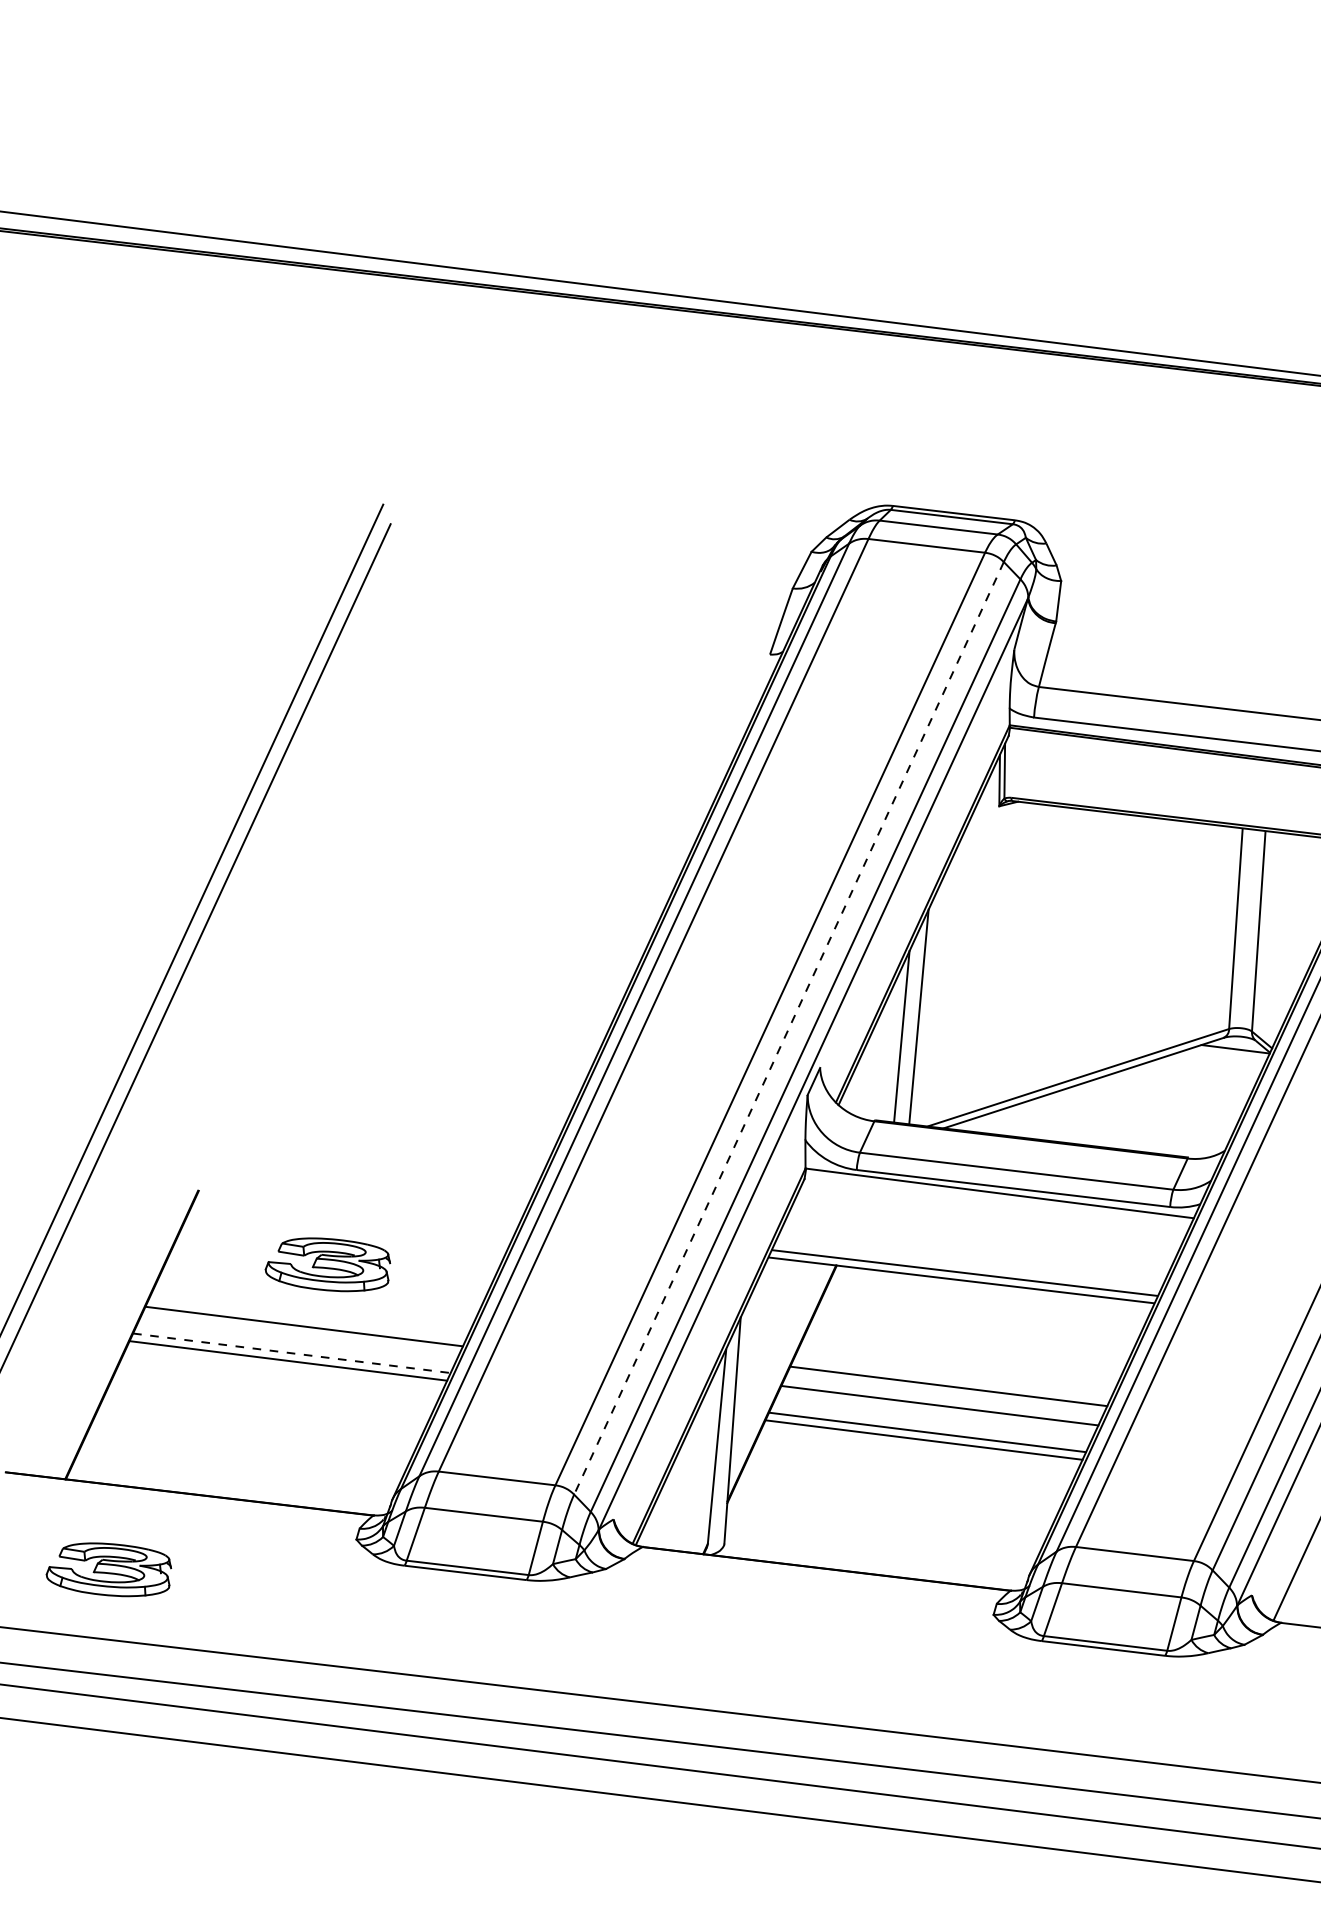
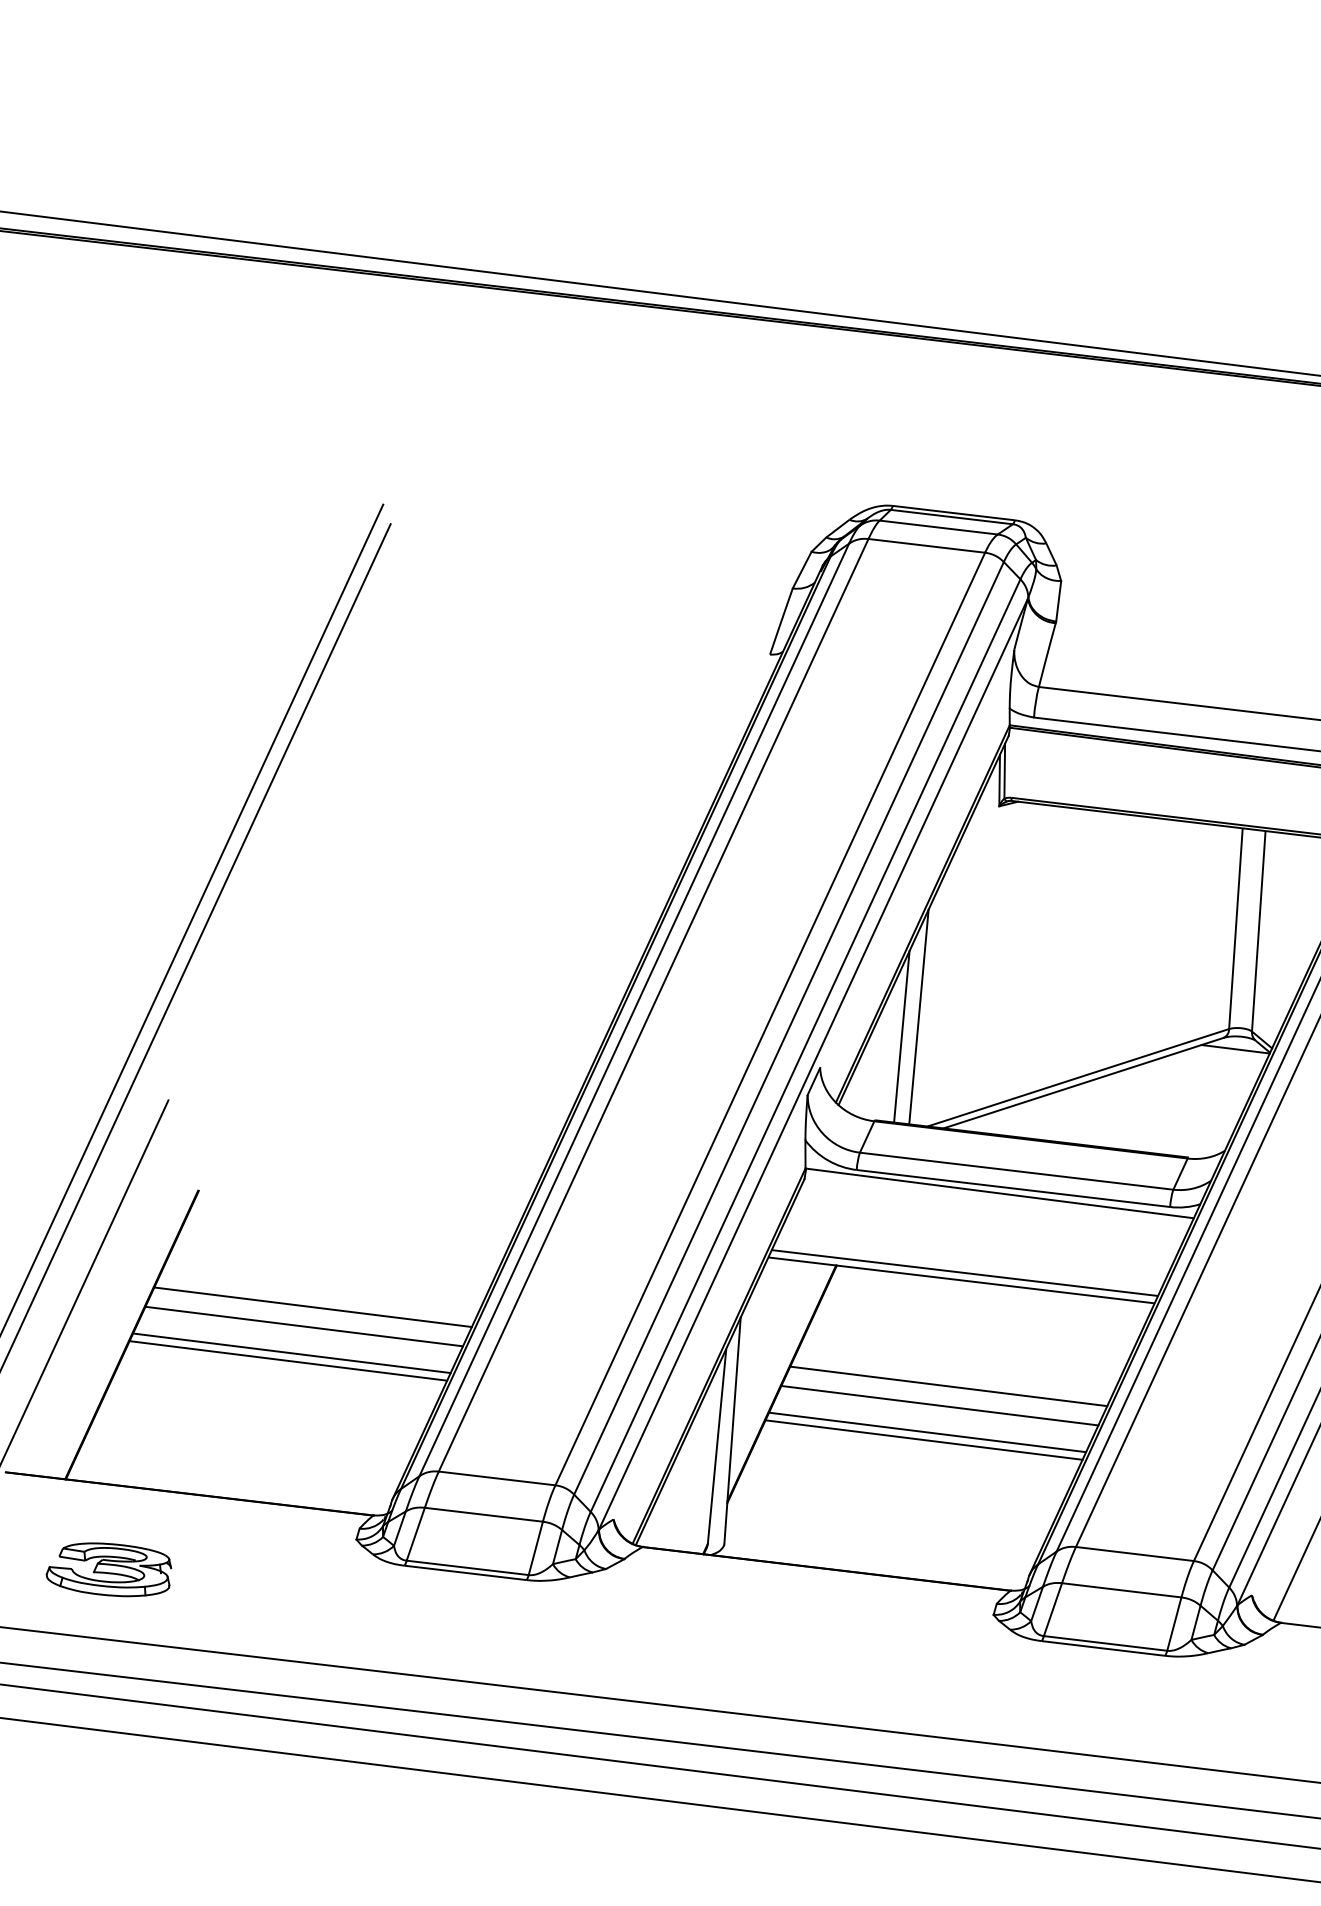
line at (788, 1028): dashed -> solid
part at (327, 1264): present -> none
line at (85, 1280): none -> present
line at (312, 1307): none -> present
line at (292, 1353): dashed -> solid
